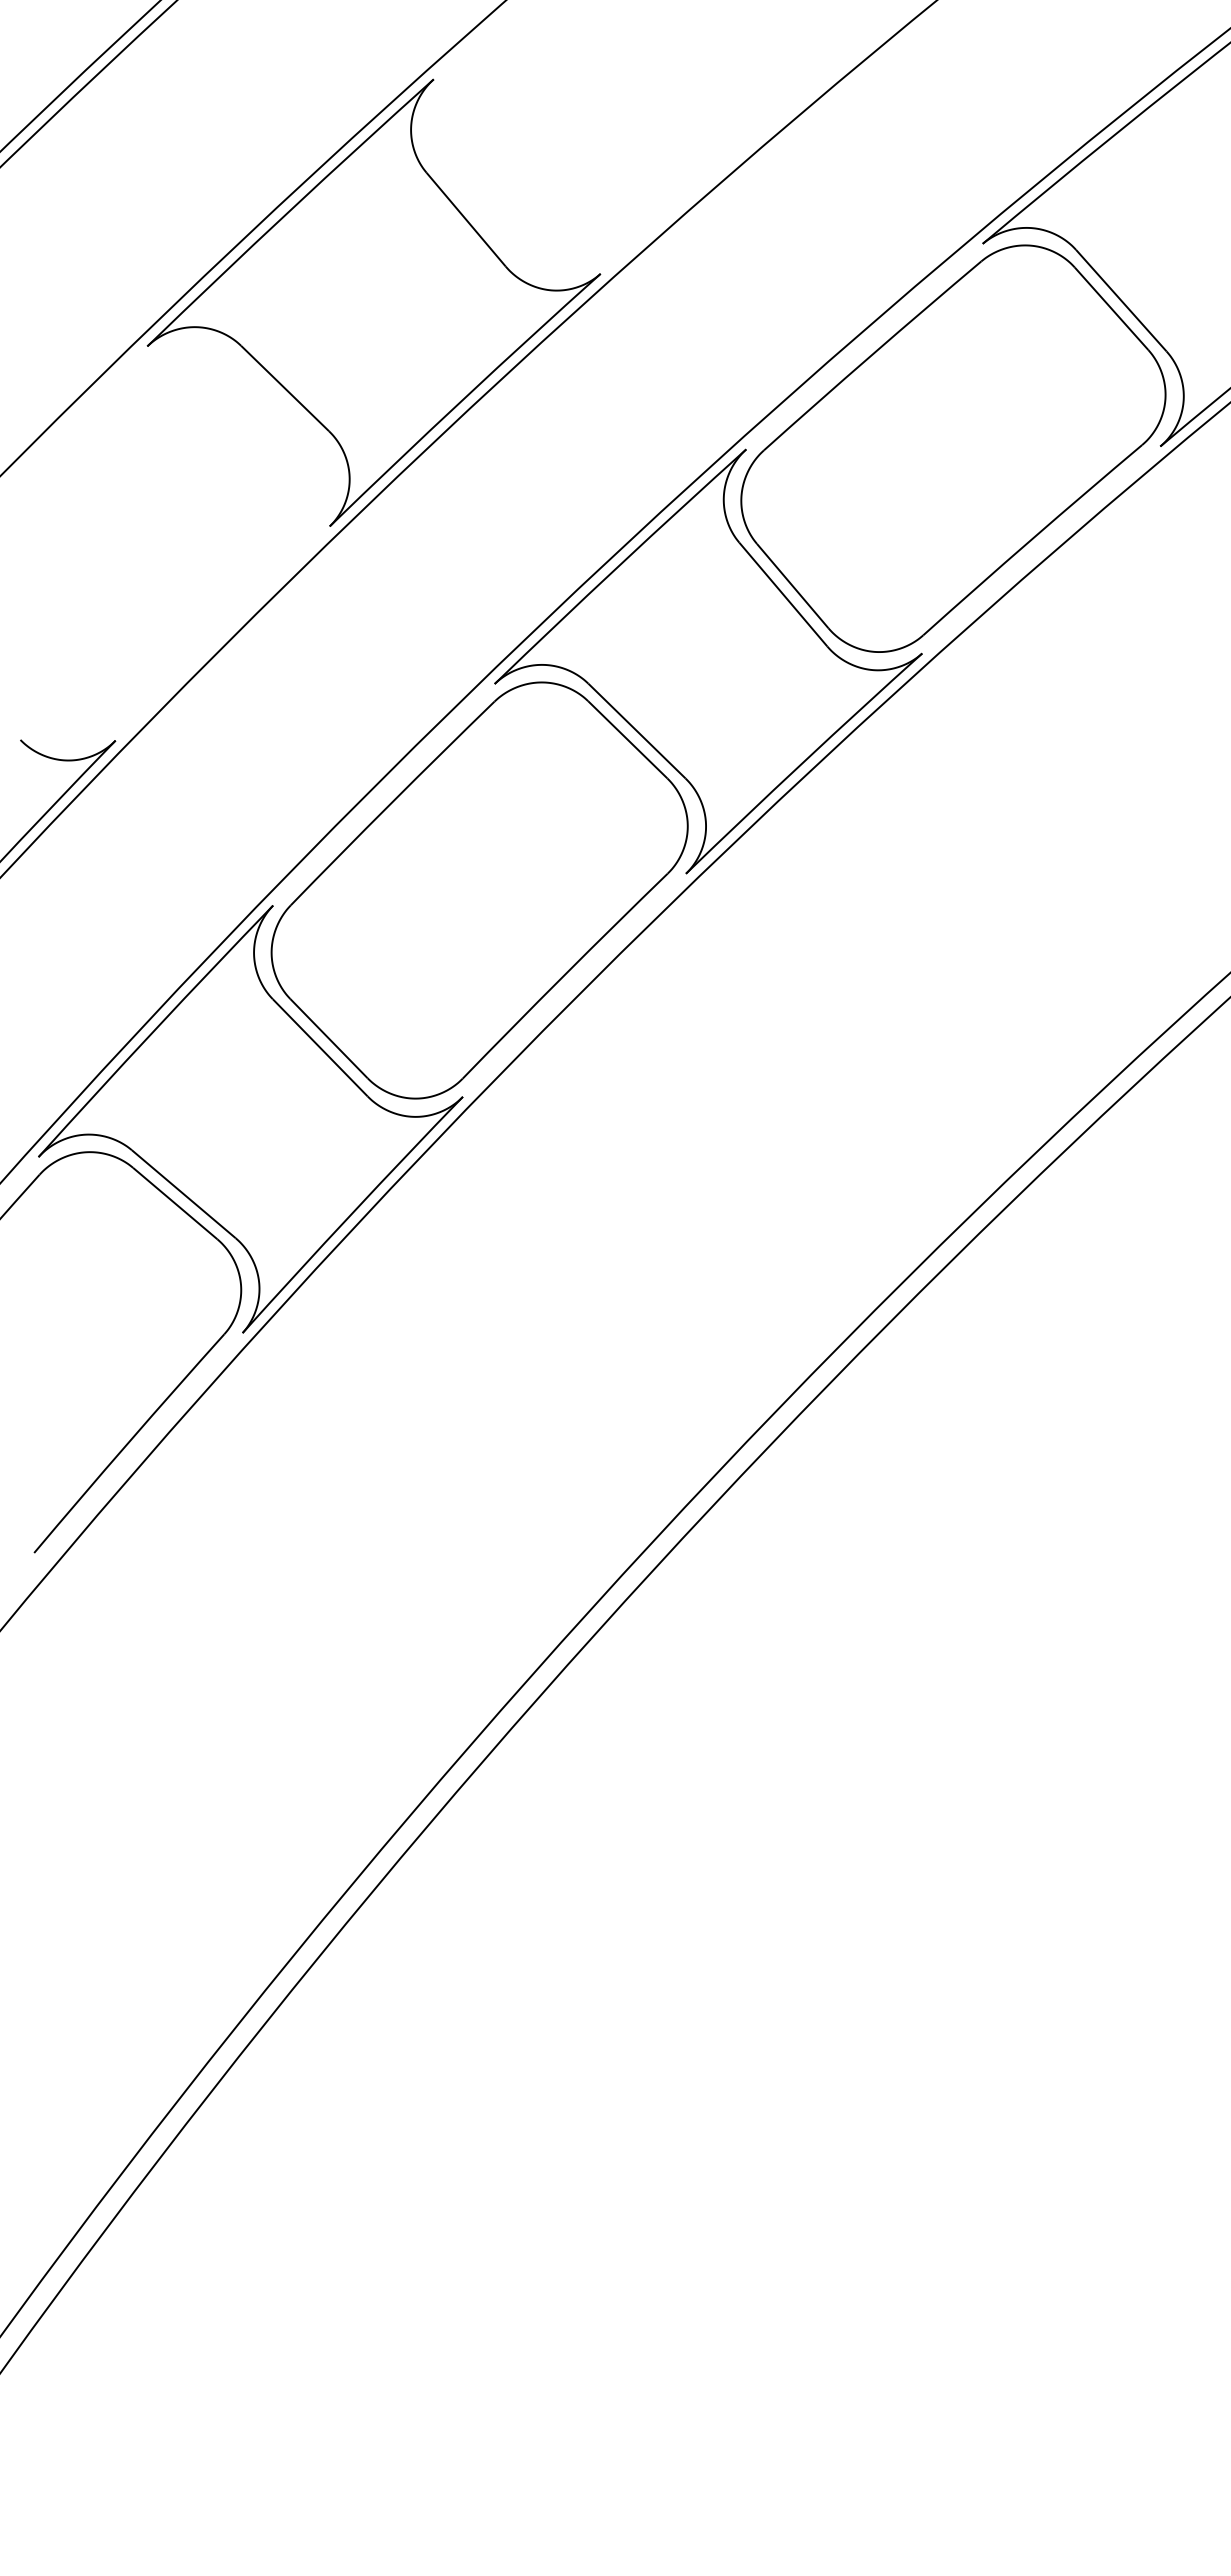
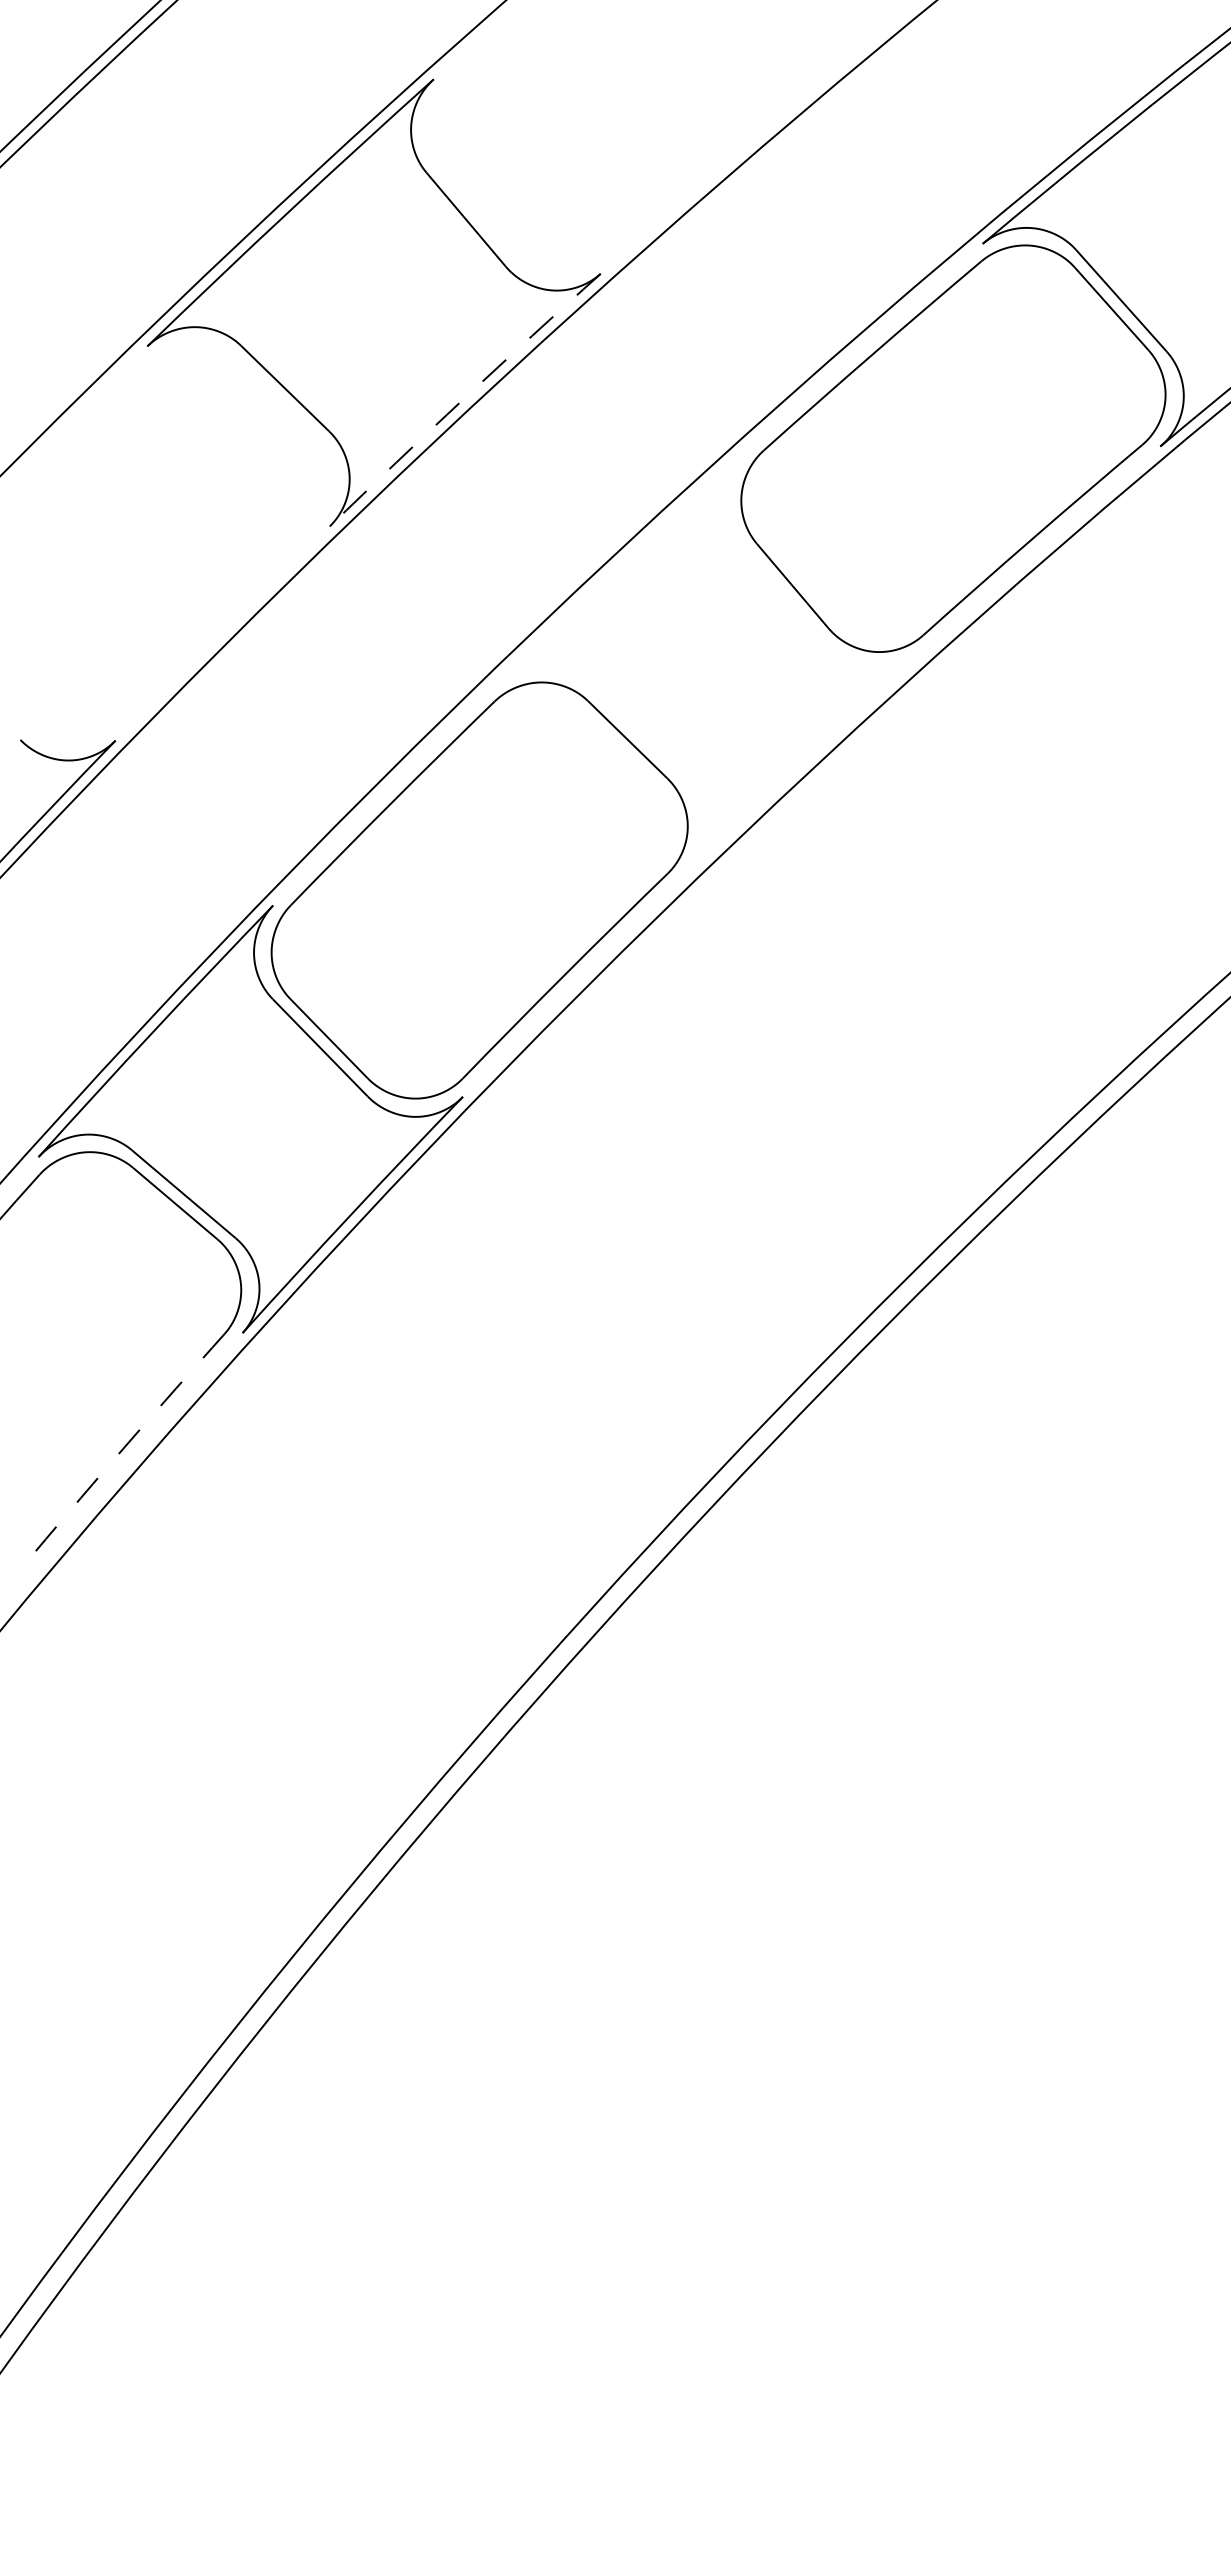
arc at (464, 398): solid -> dashed
part at (708, 661): present -> none
arc at (128, 1442): solid -> dashed
